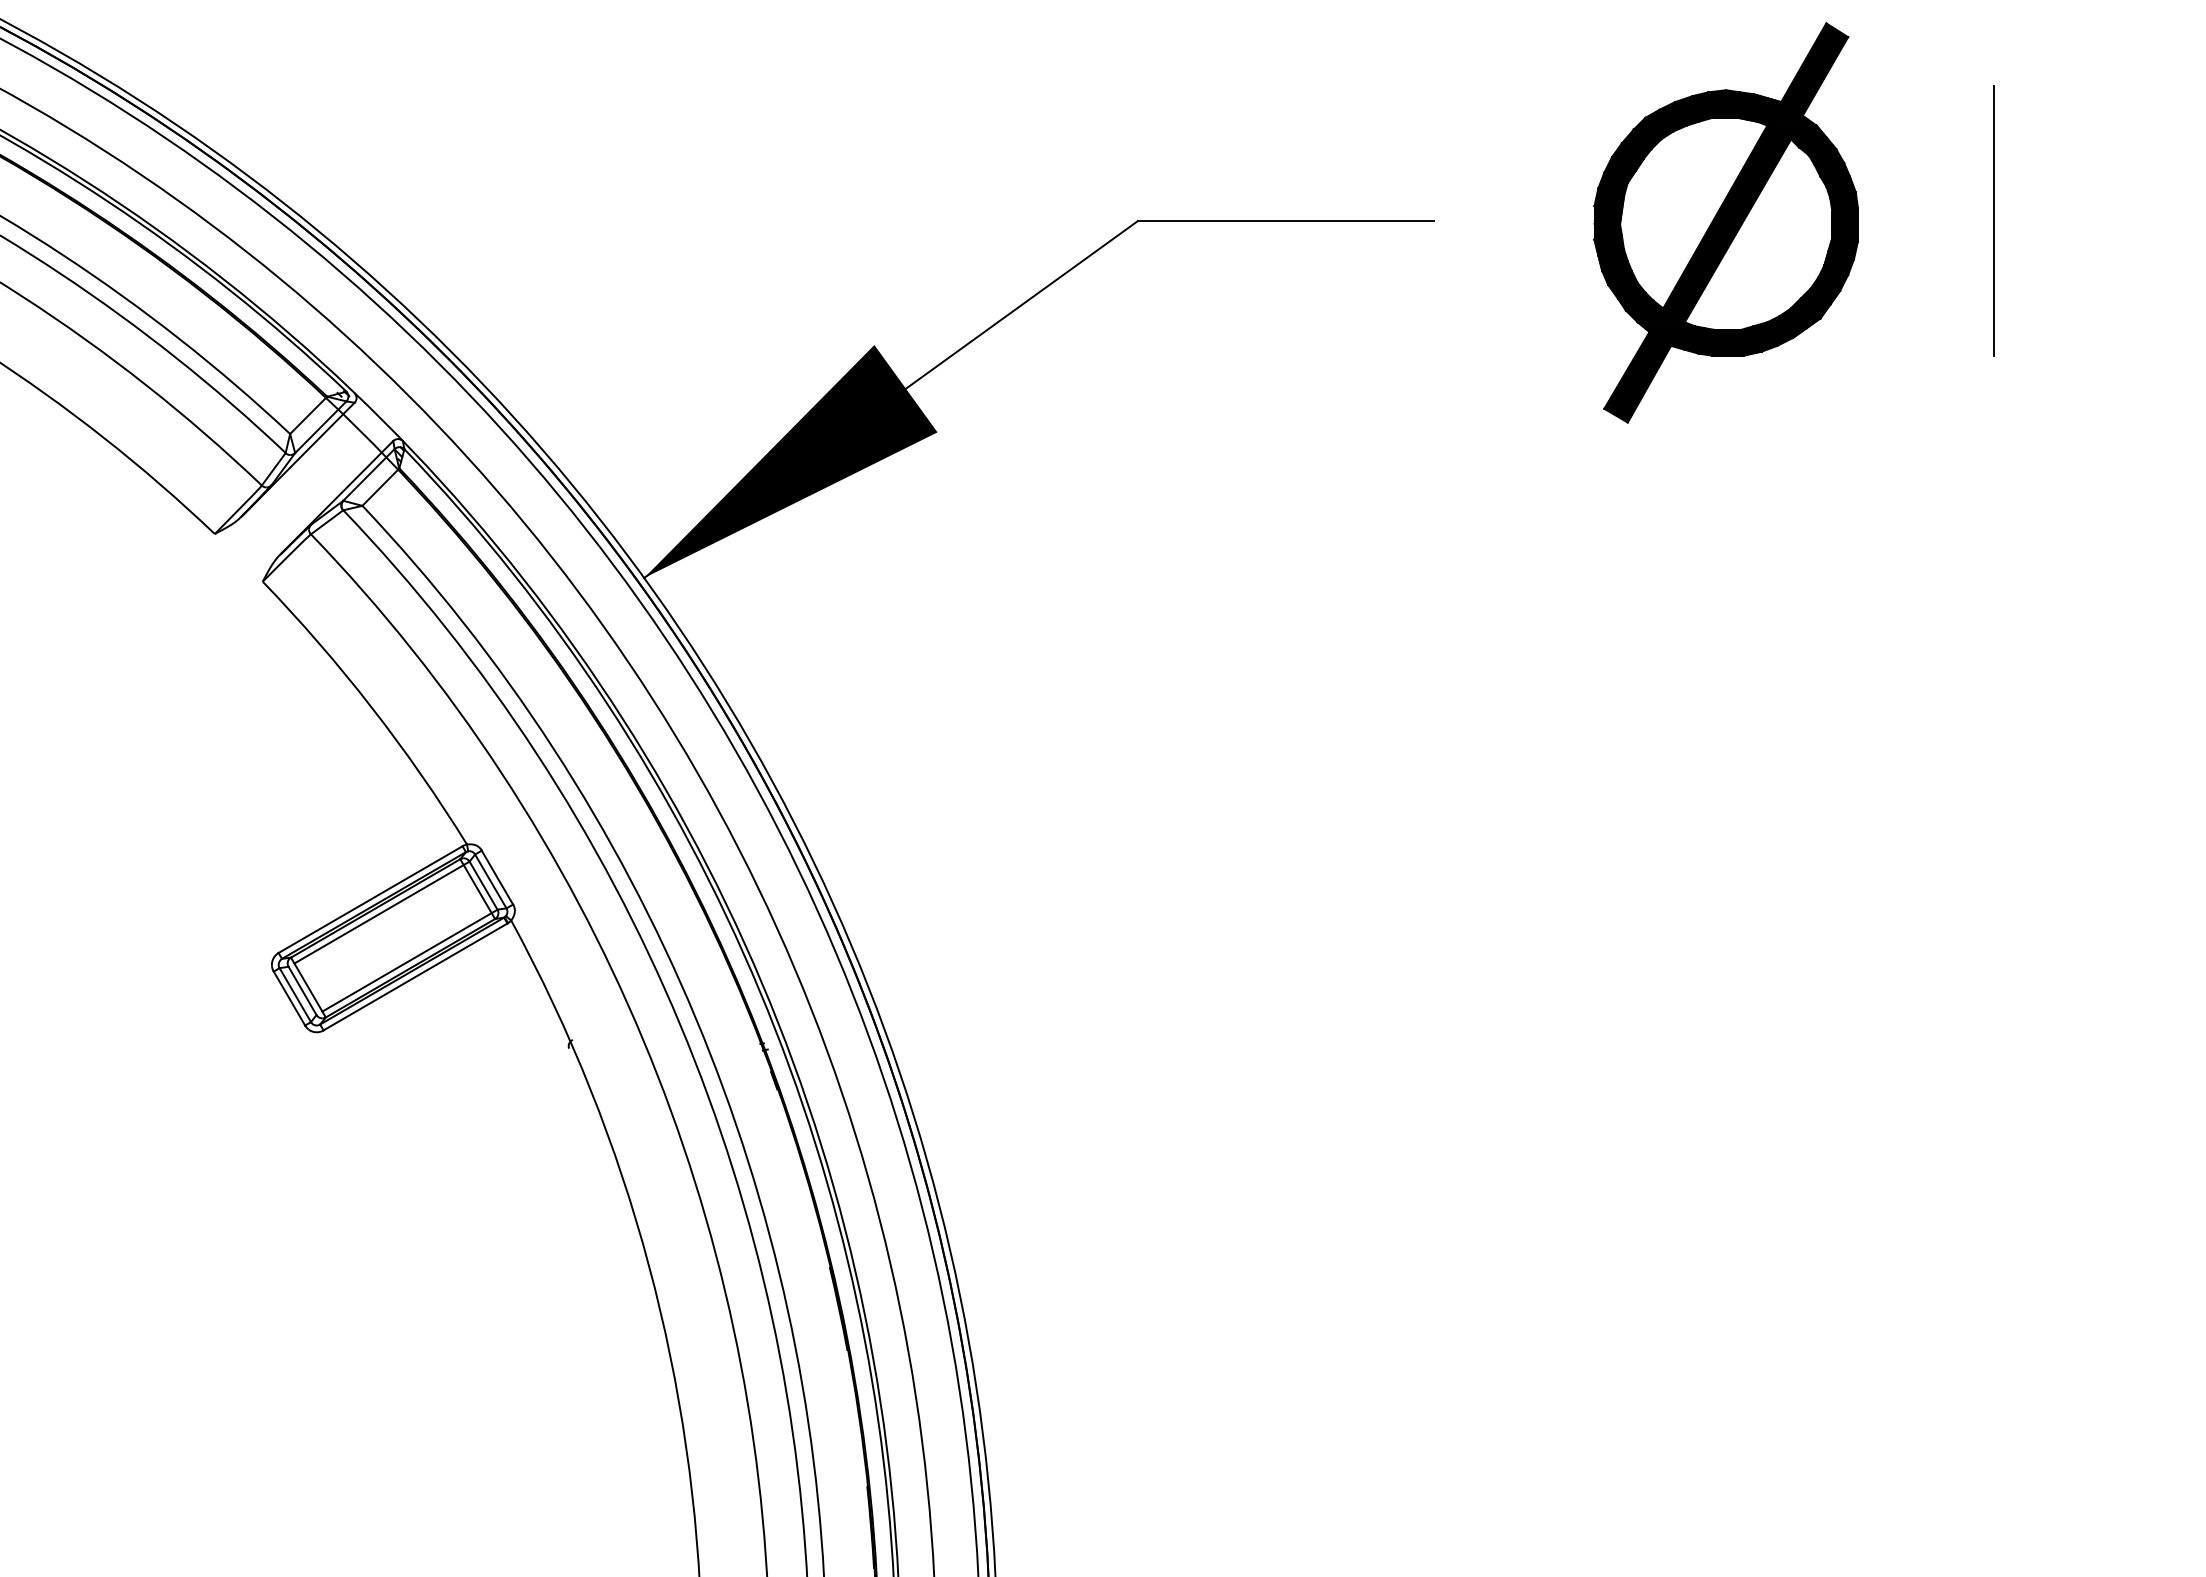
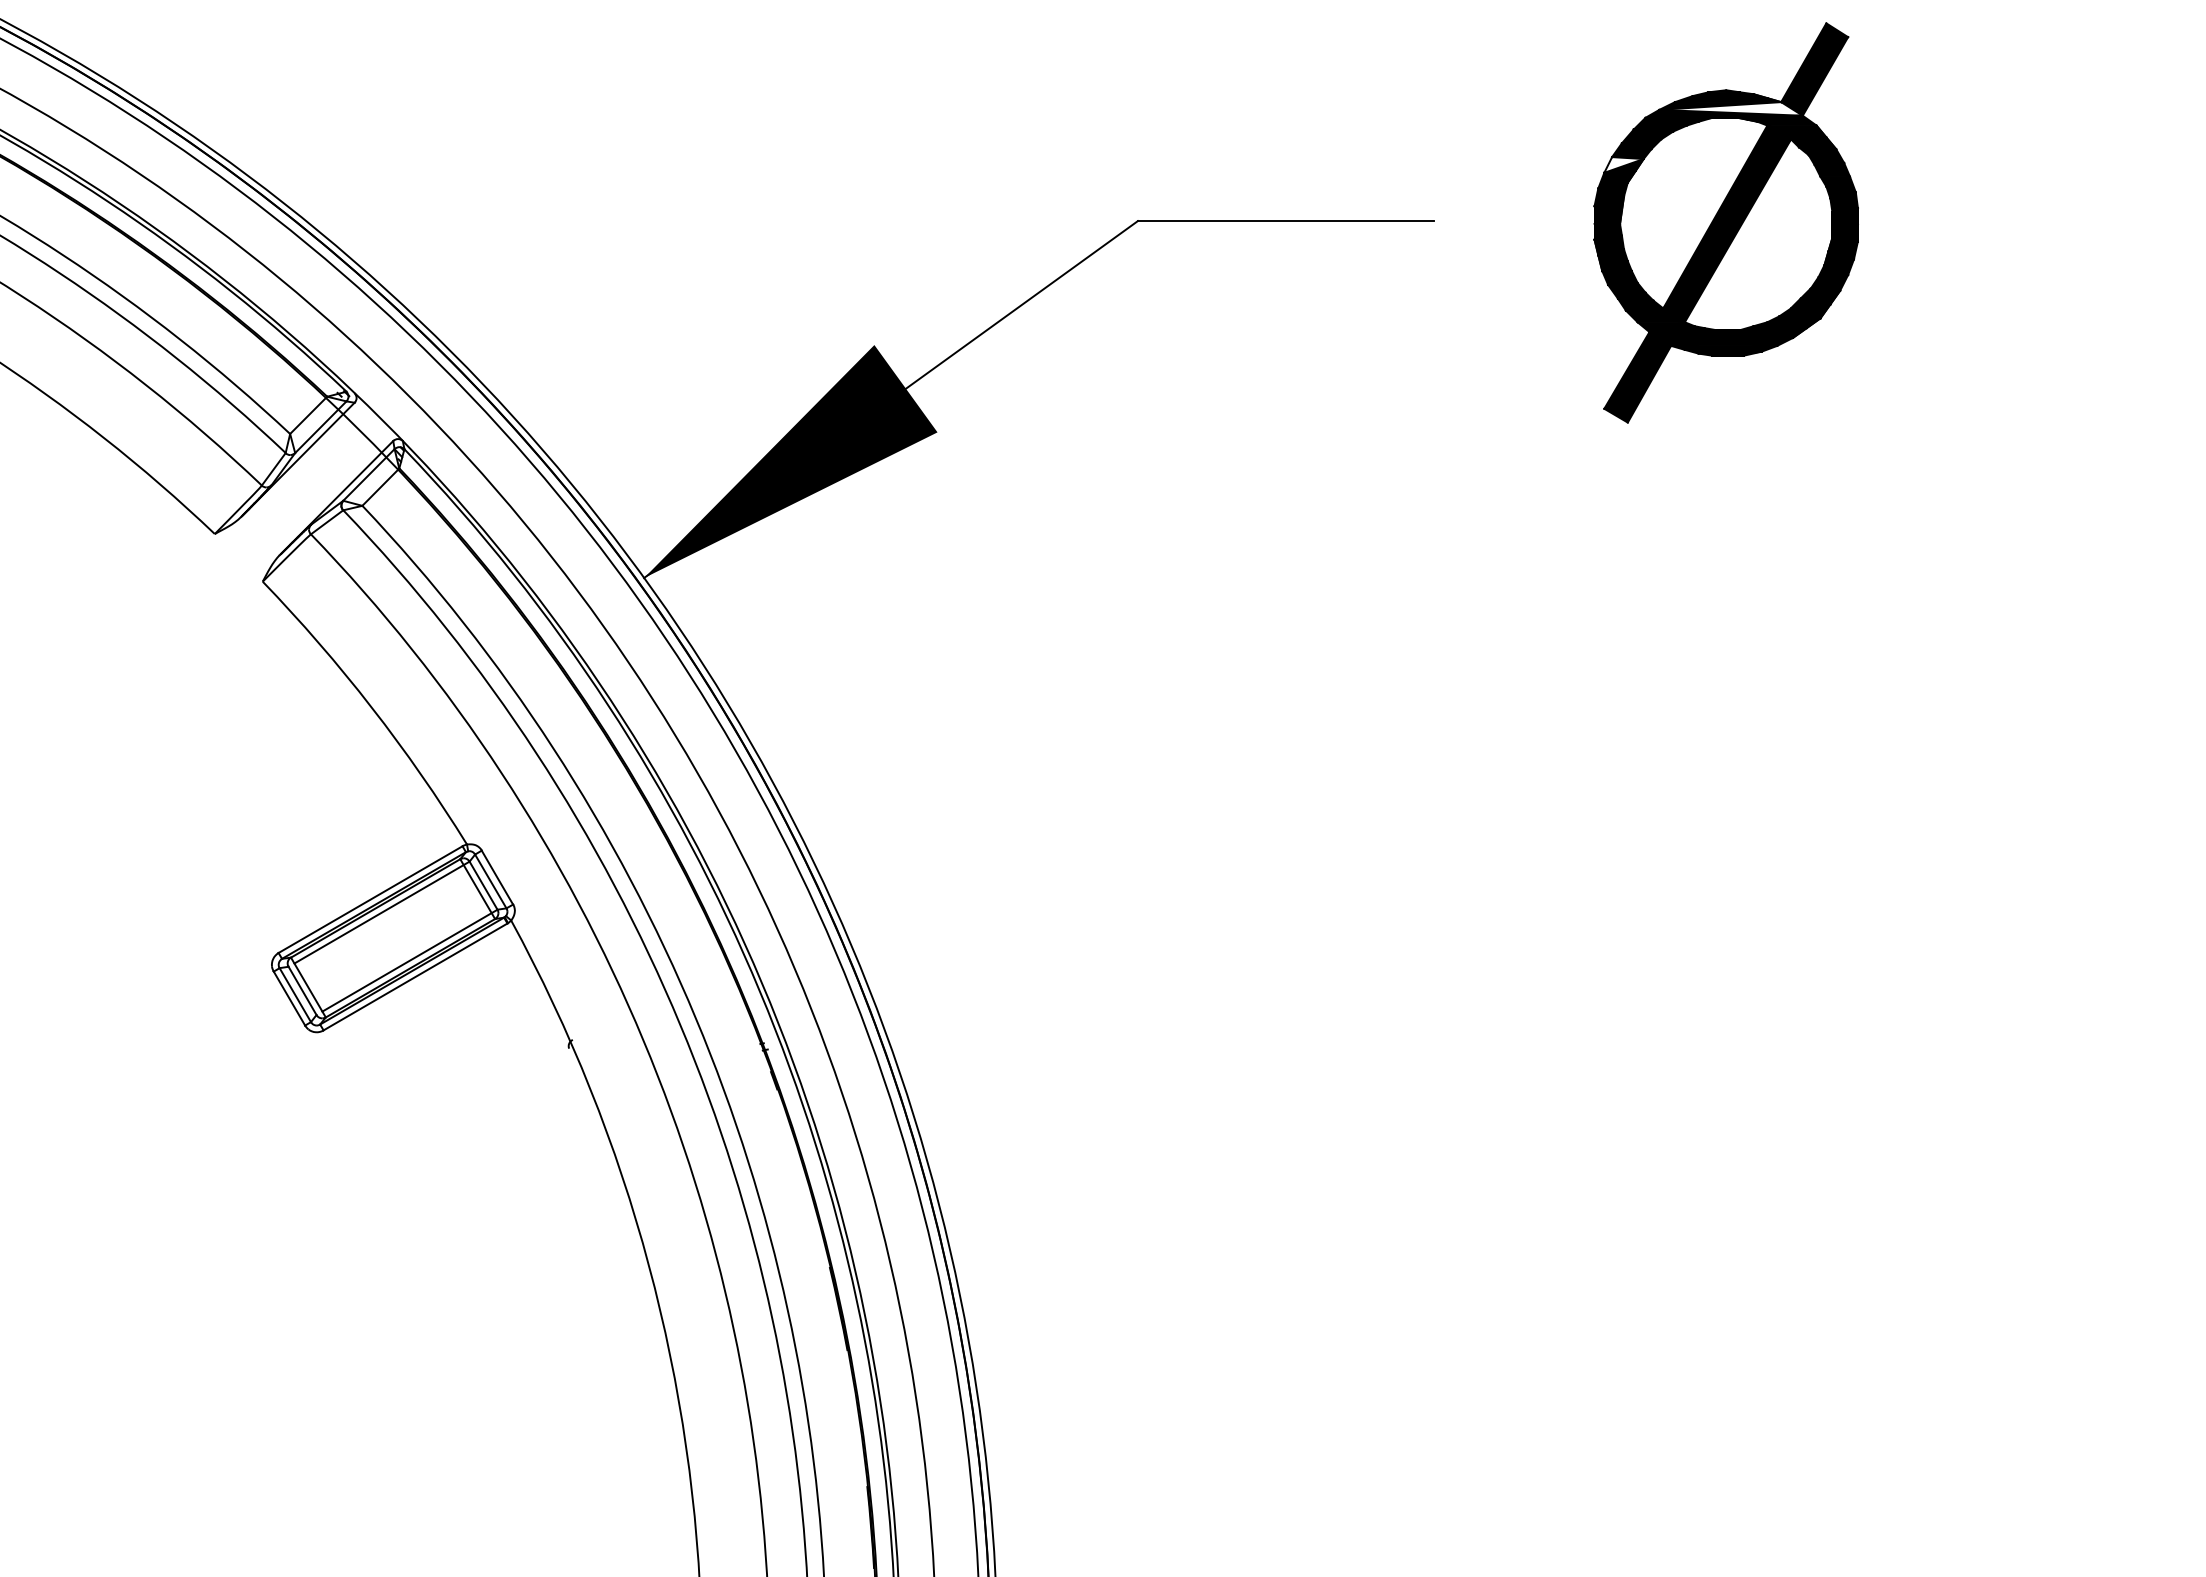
fill at (1730, 108): present -> none
fill at (1623, 164): present -> none
line at (1993, 220): present -> none
